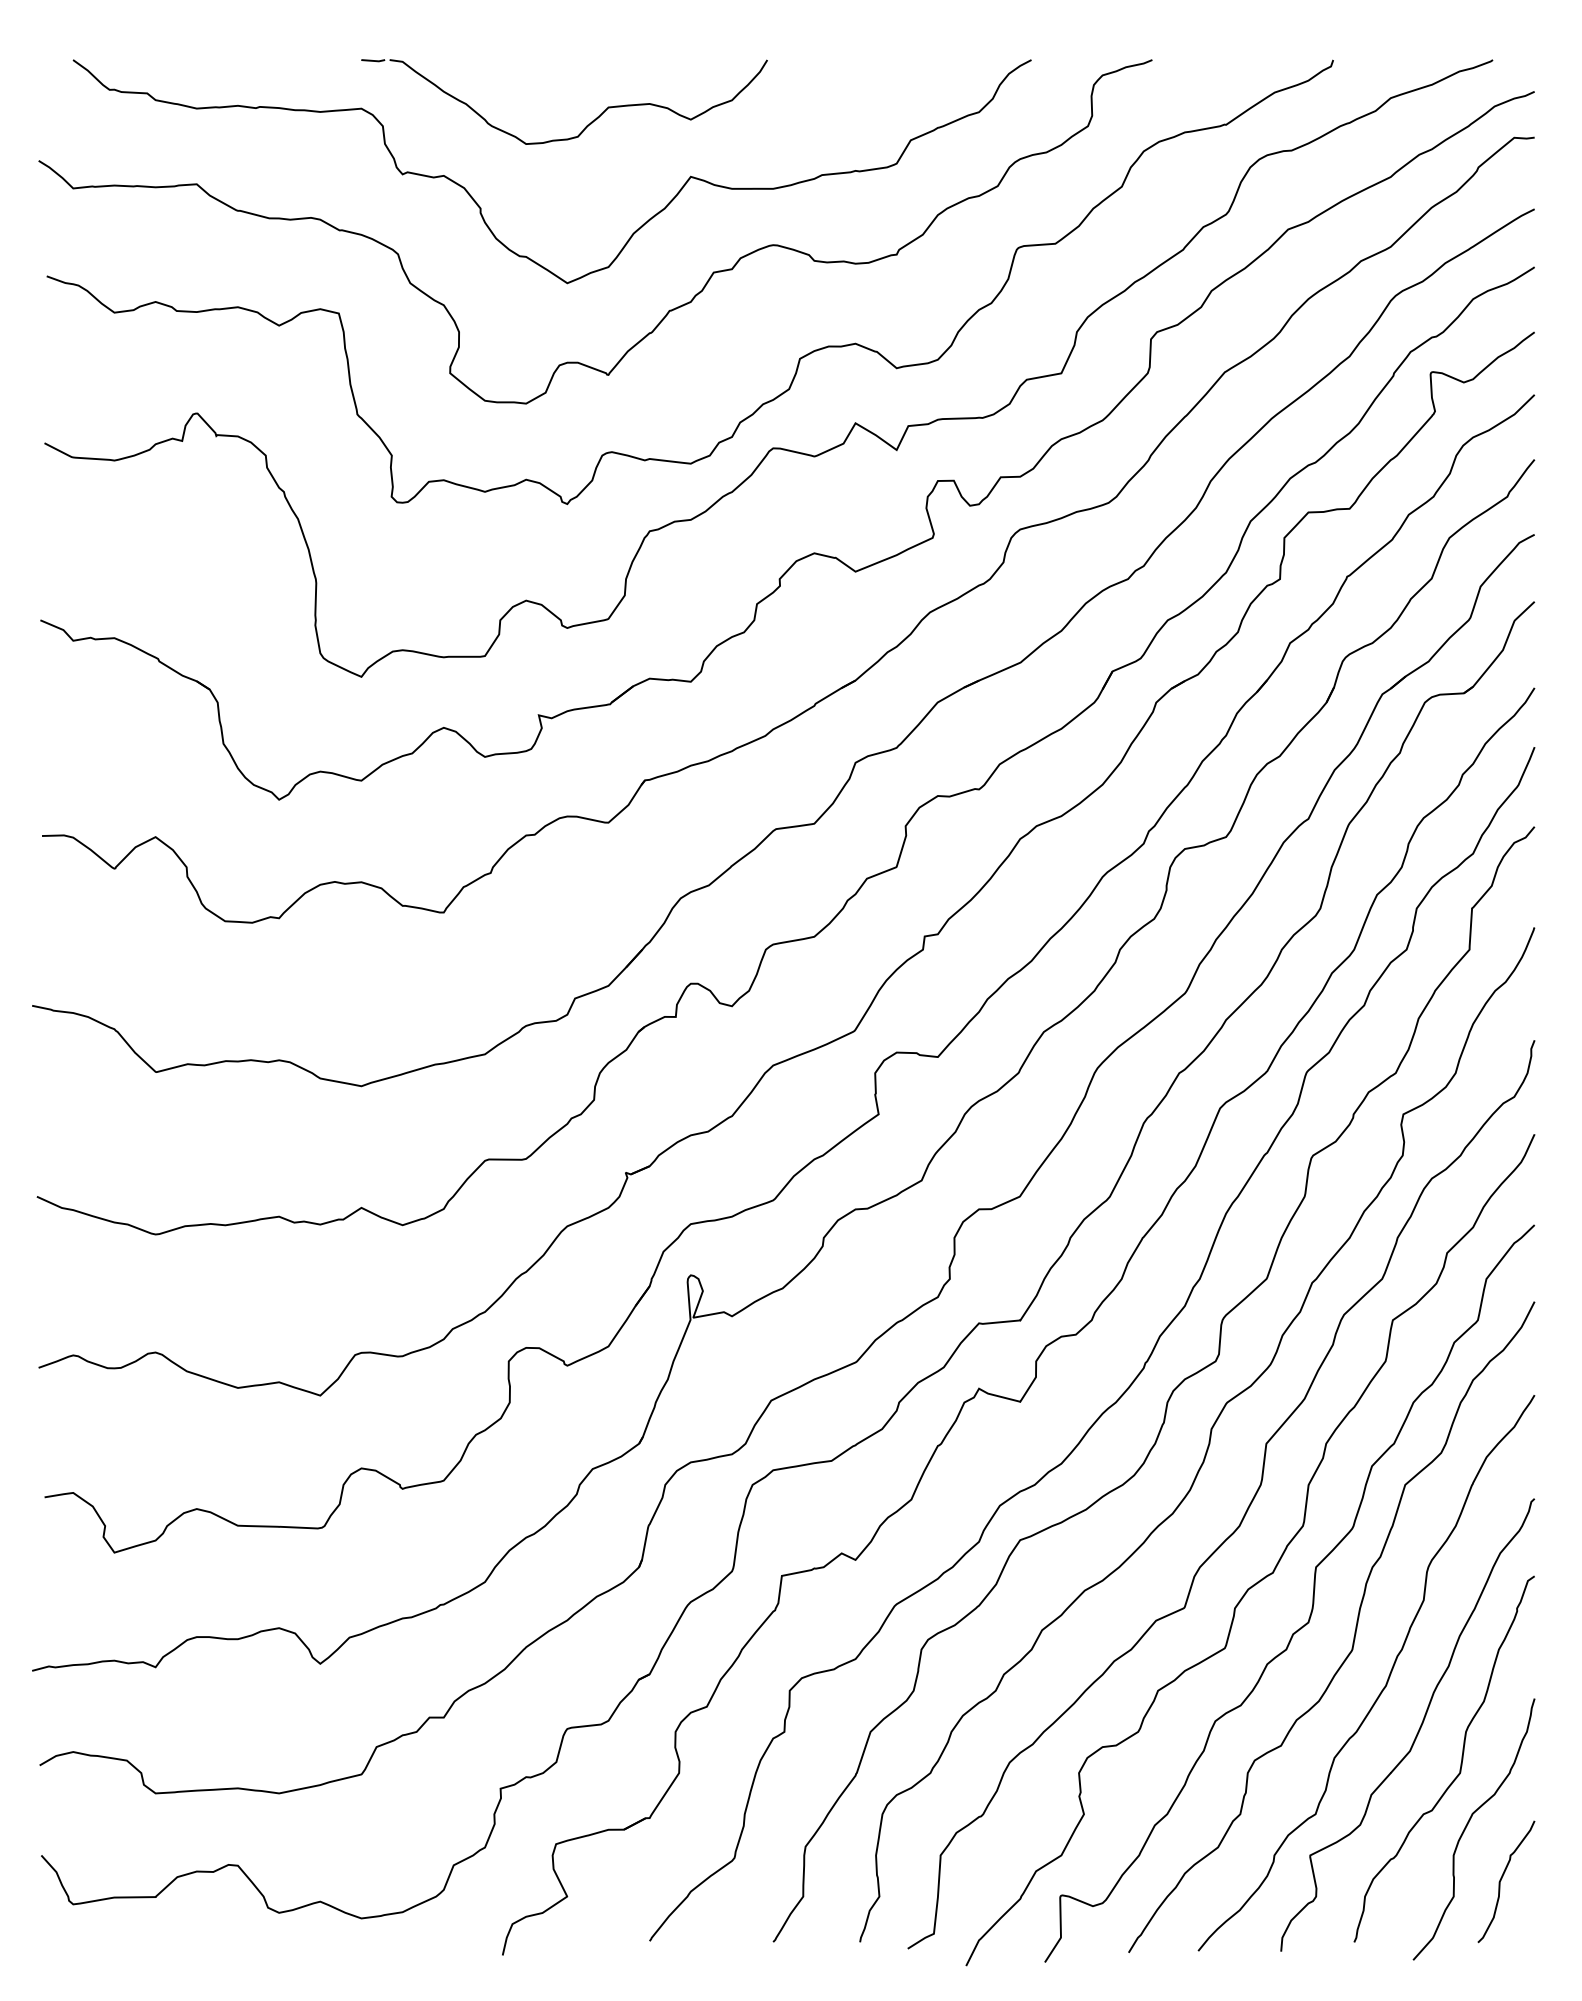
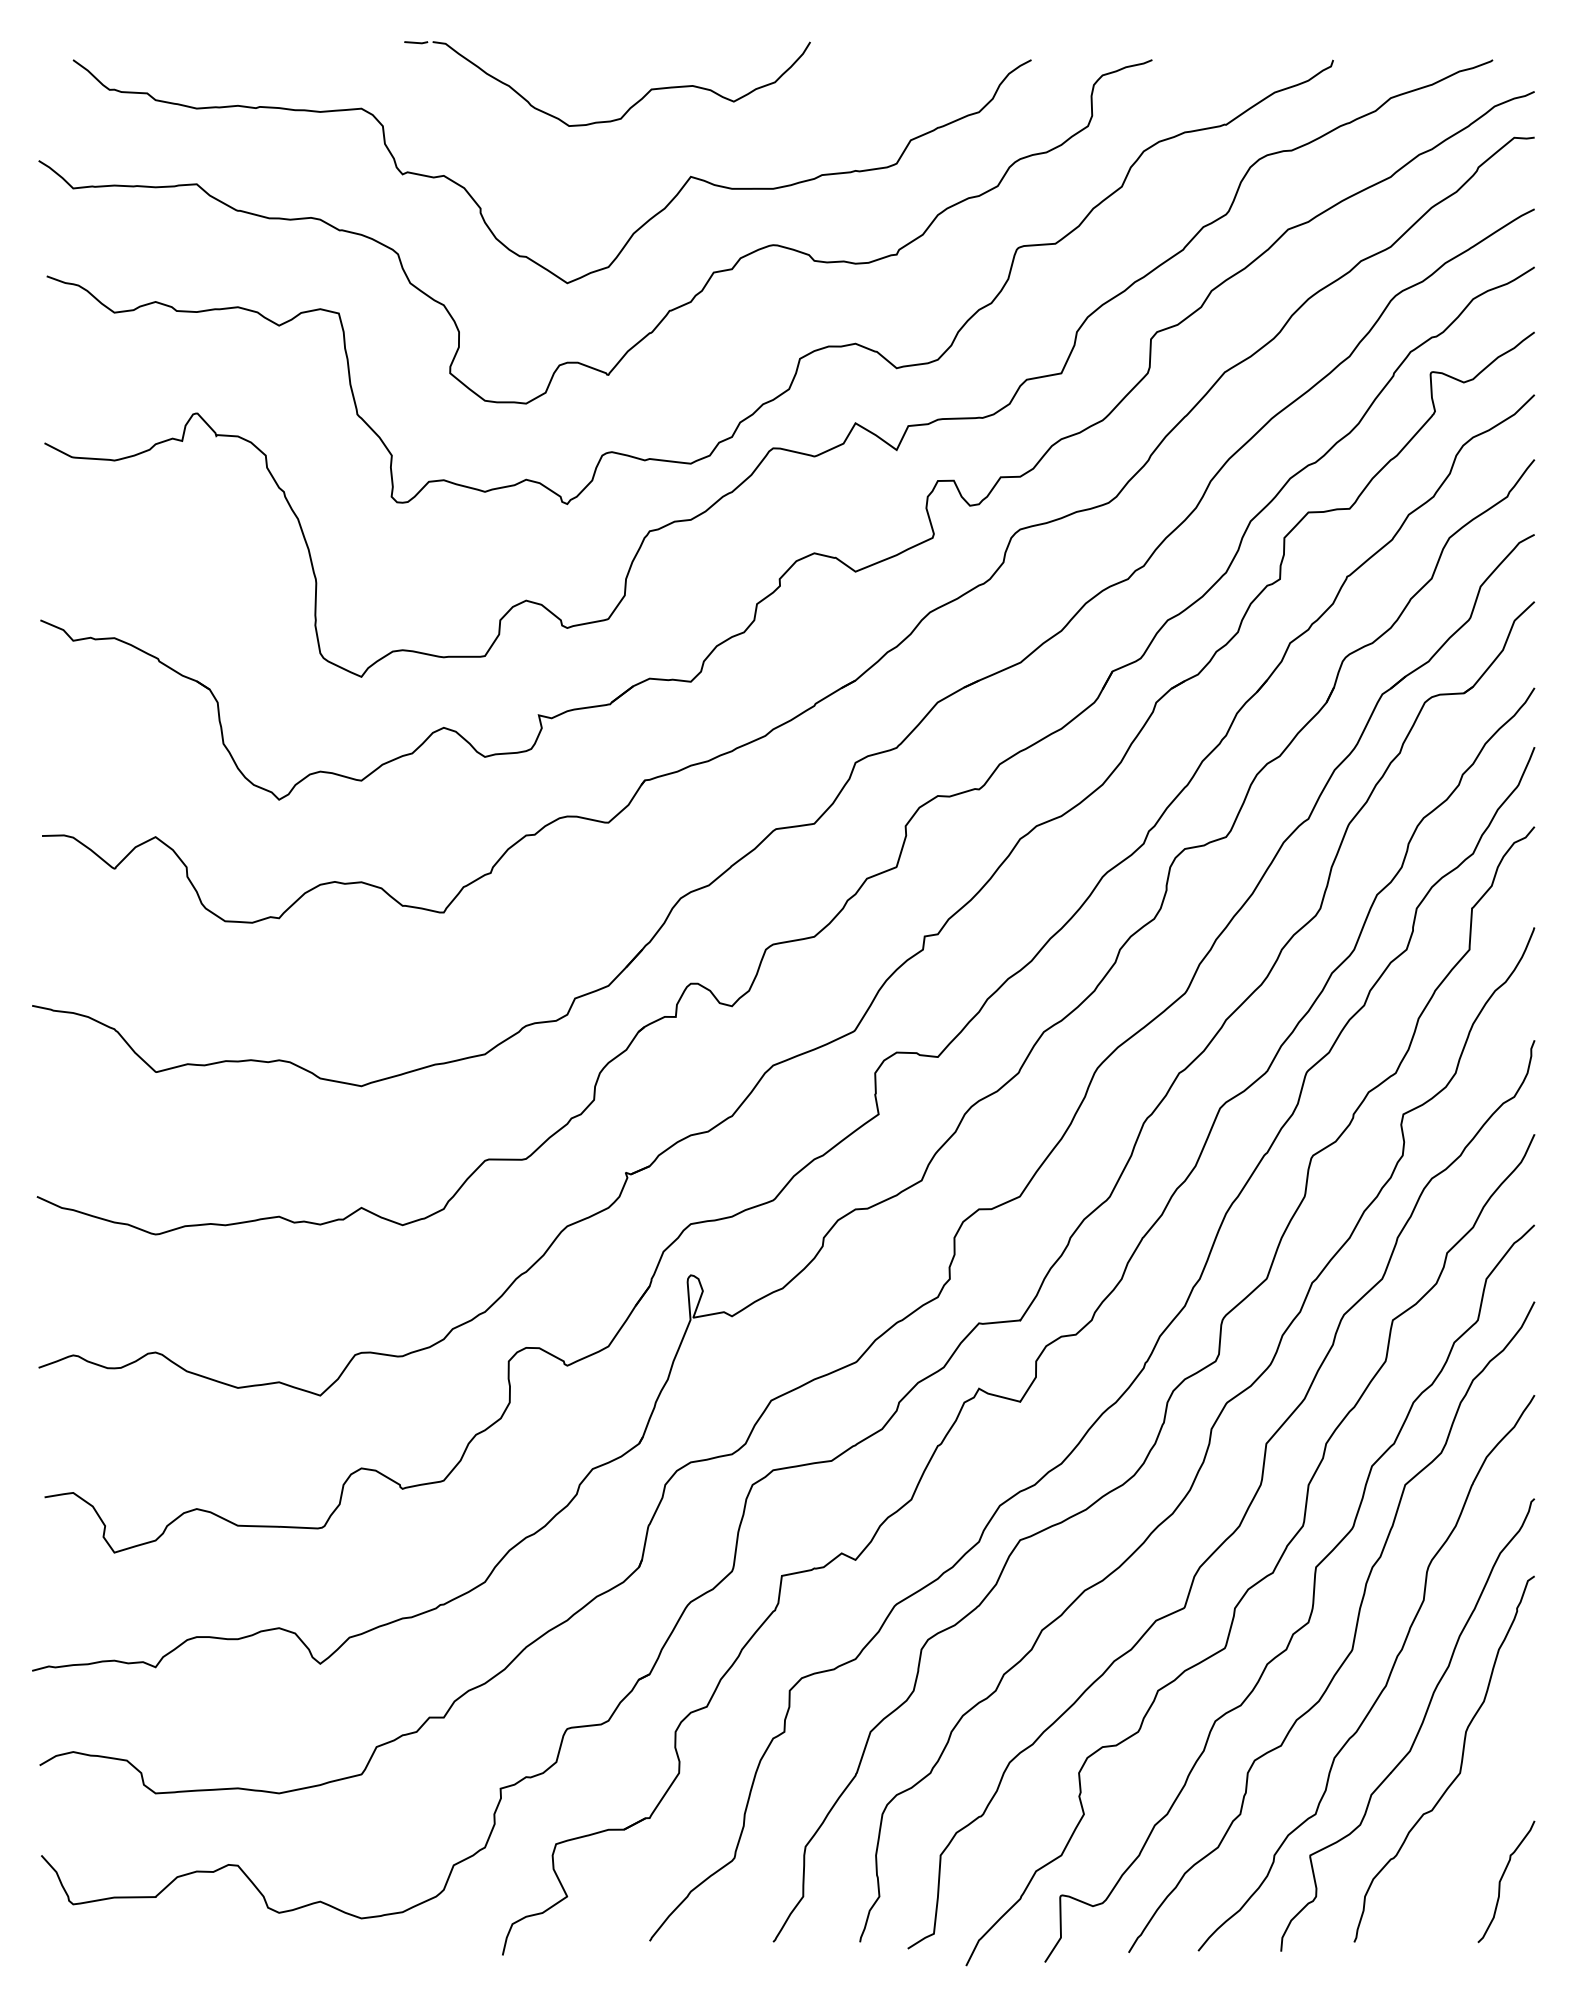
part at (587, 124) position: (587, 124) -> (630, 106)
curve at (1467, 1826): present -> none
